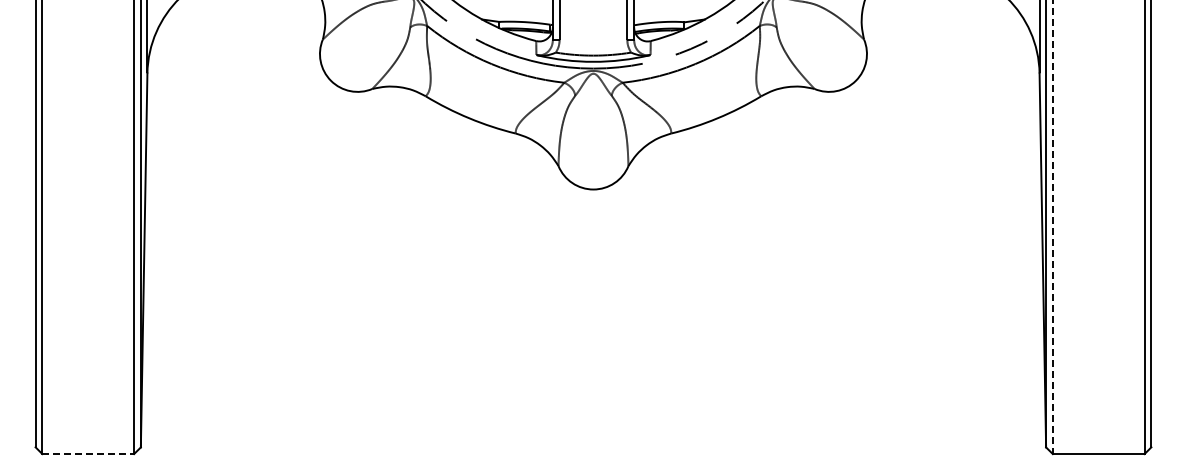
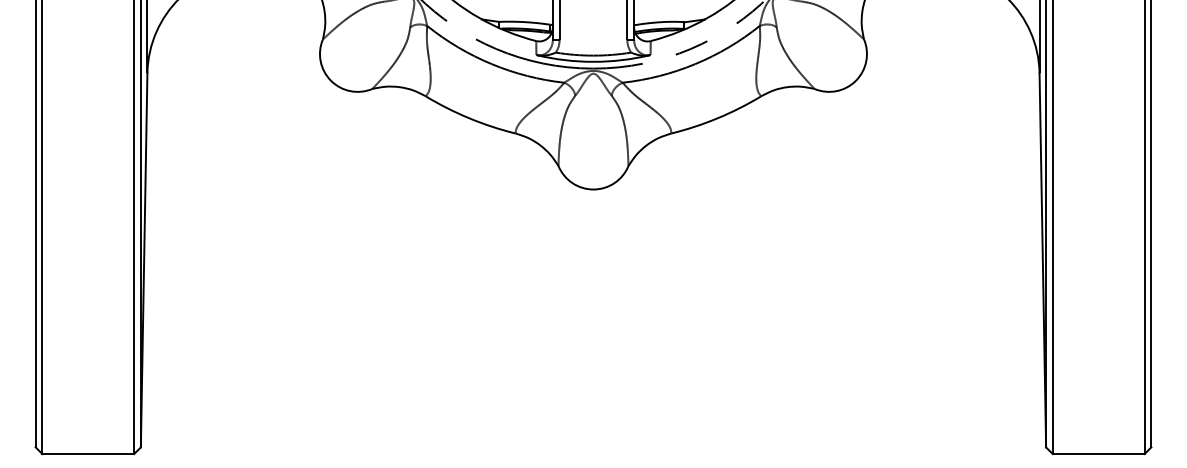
line at (1052, 227): dashed -> solid
line at (88, 454): dashed -> solid
